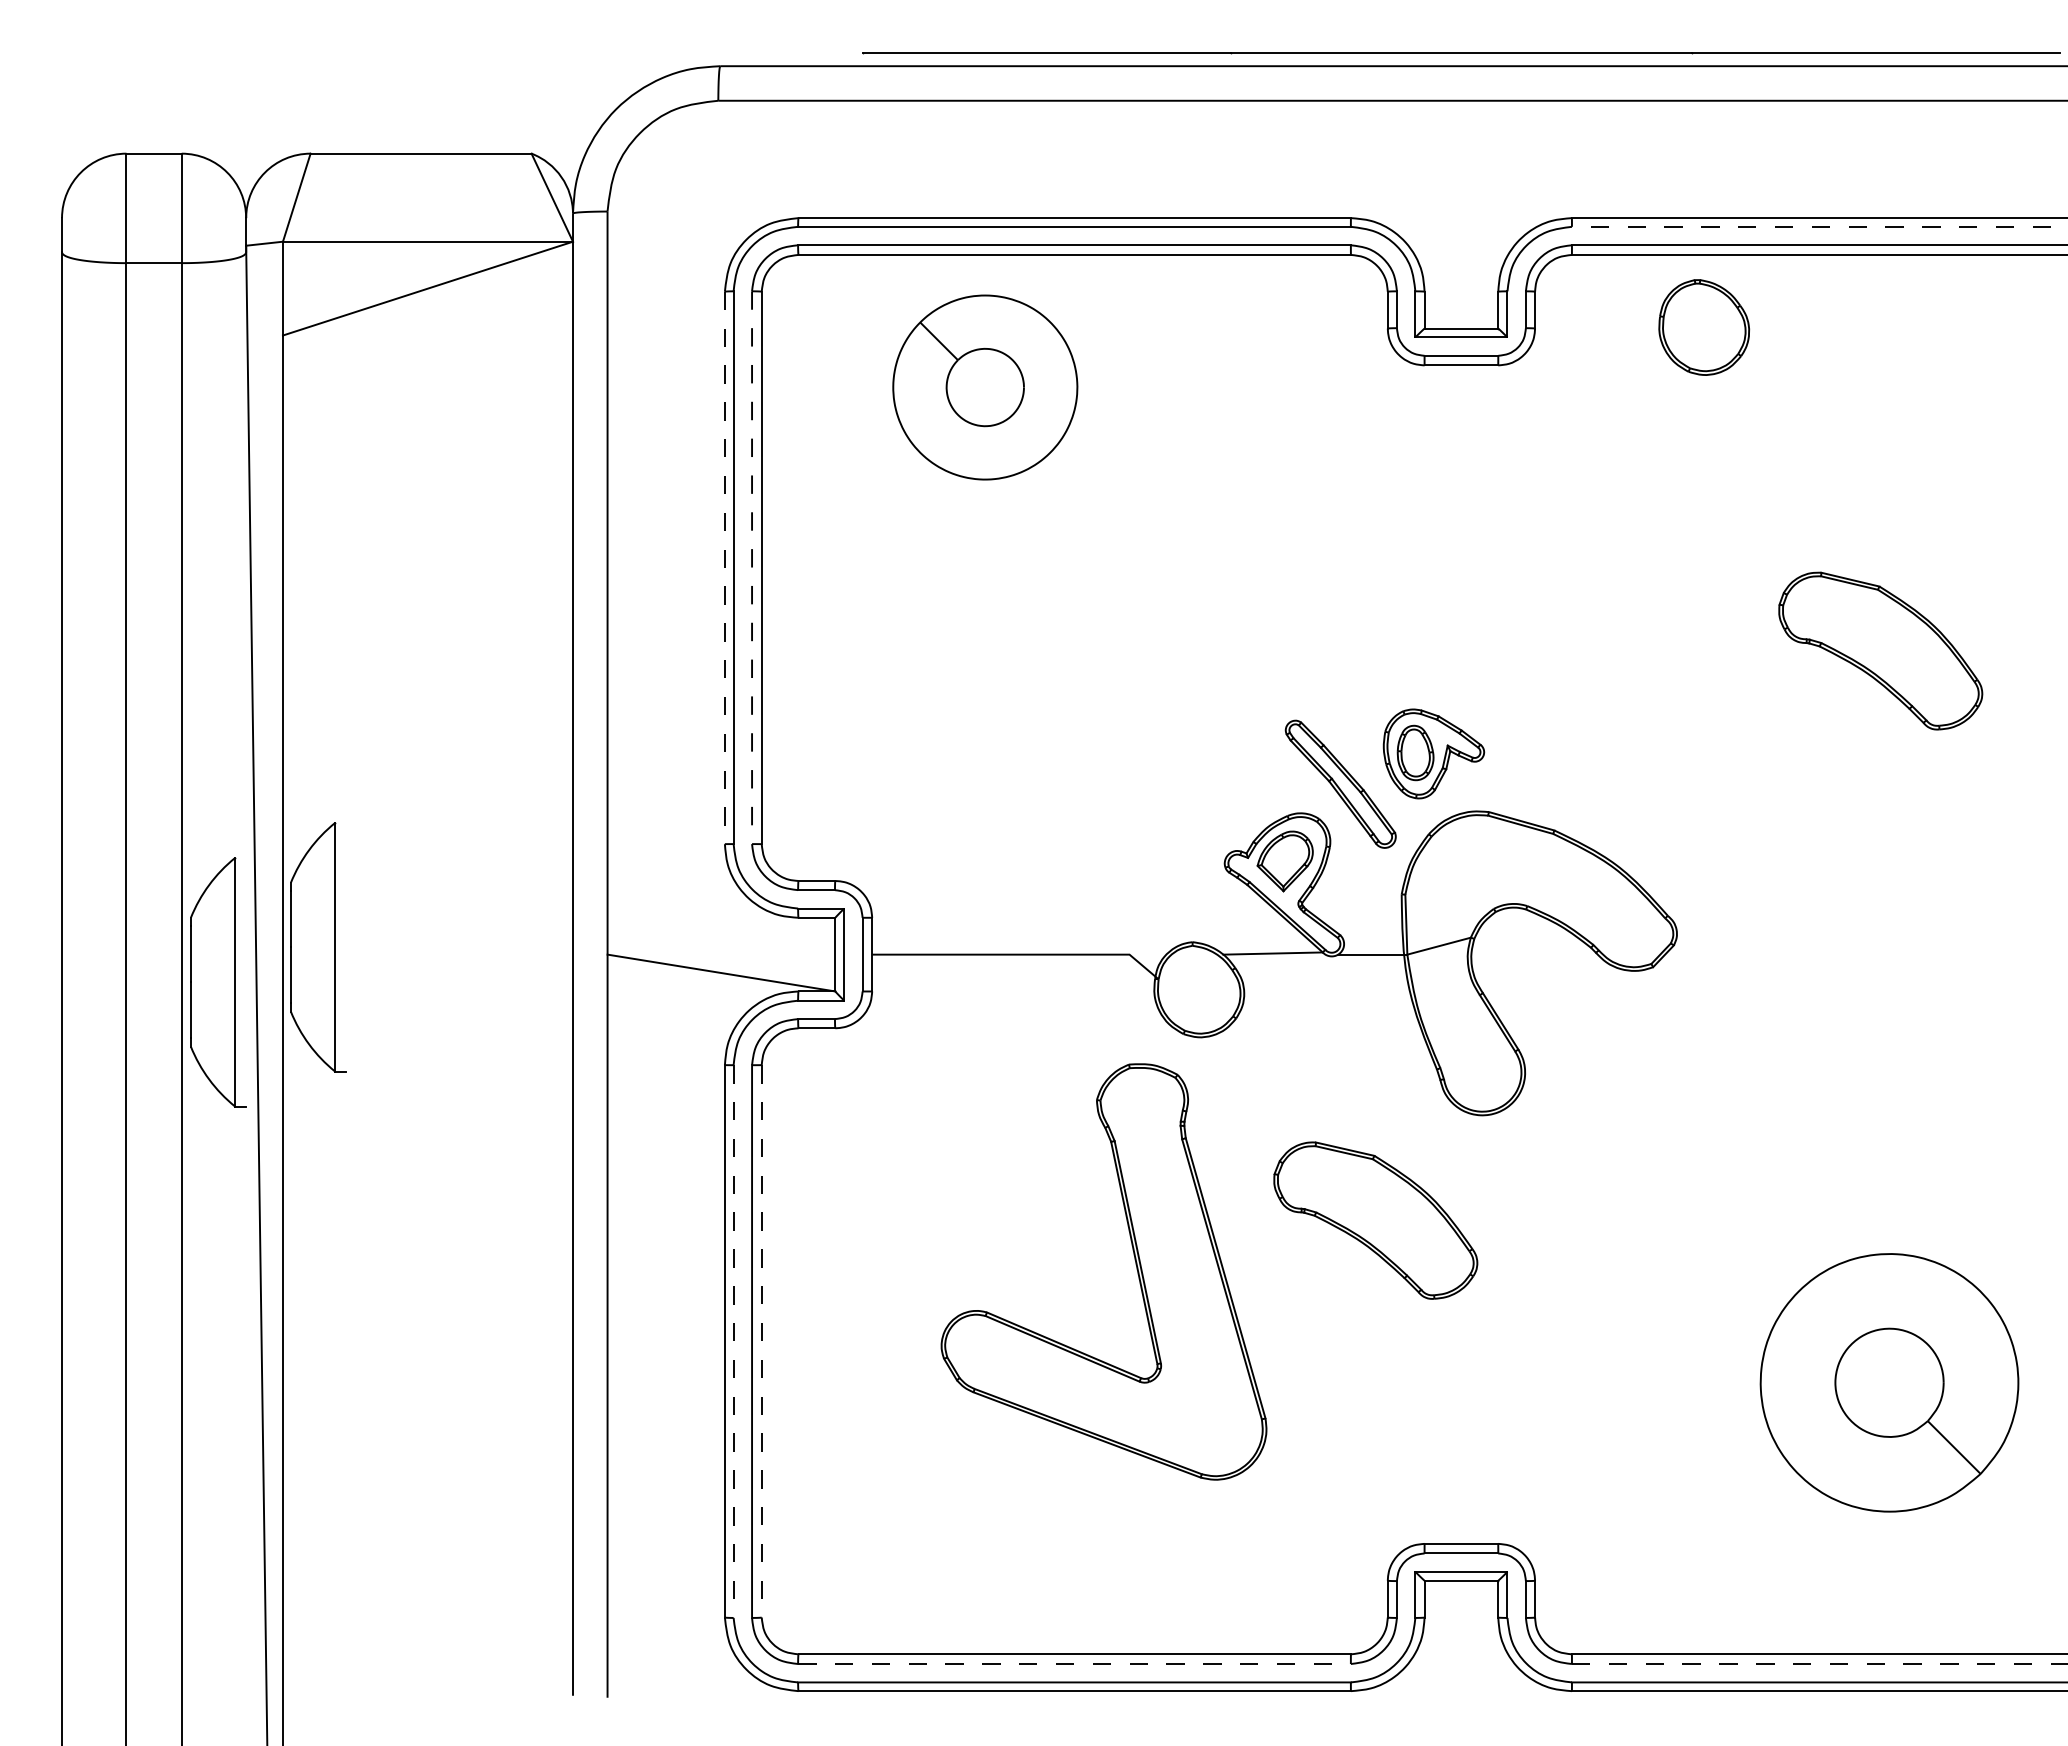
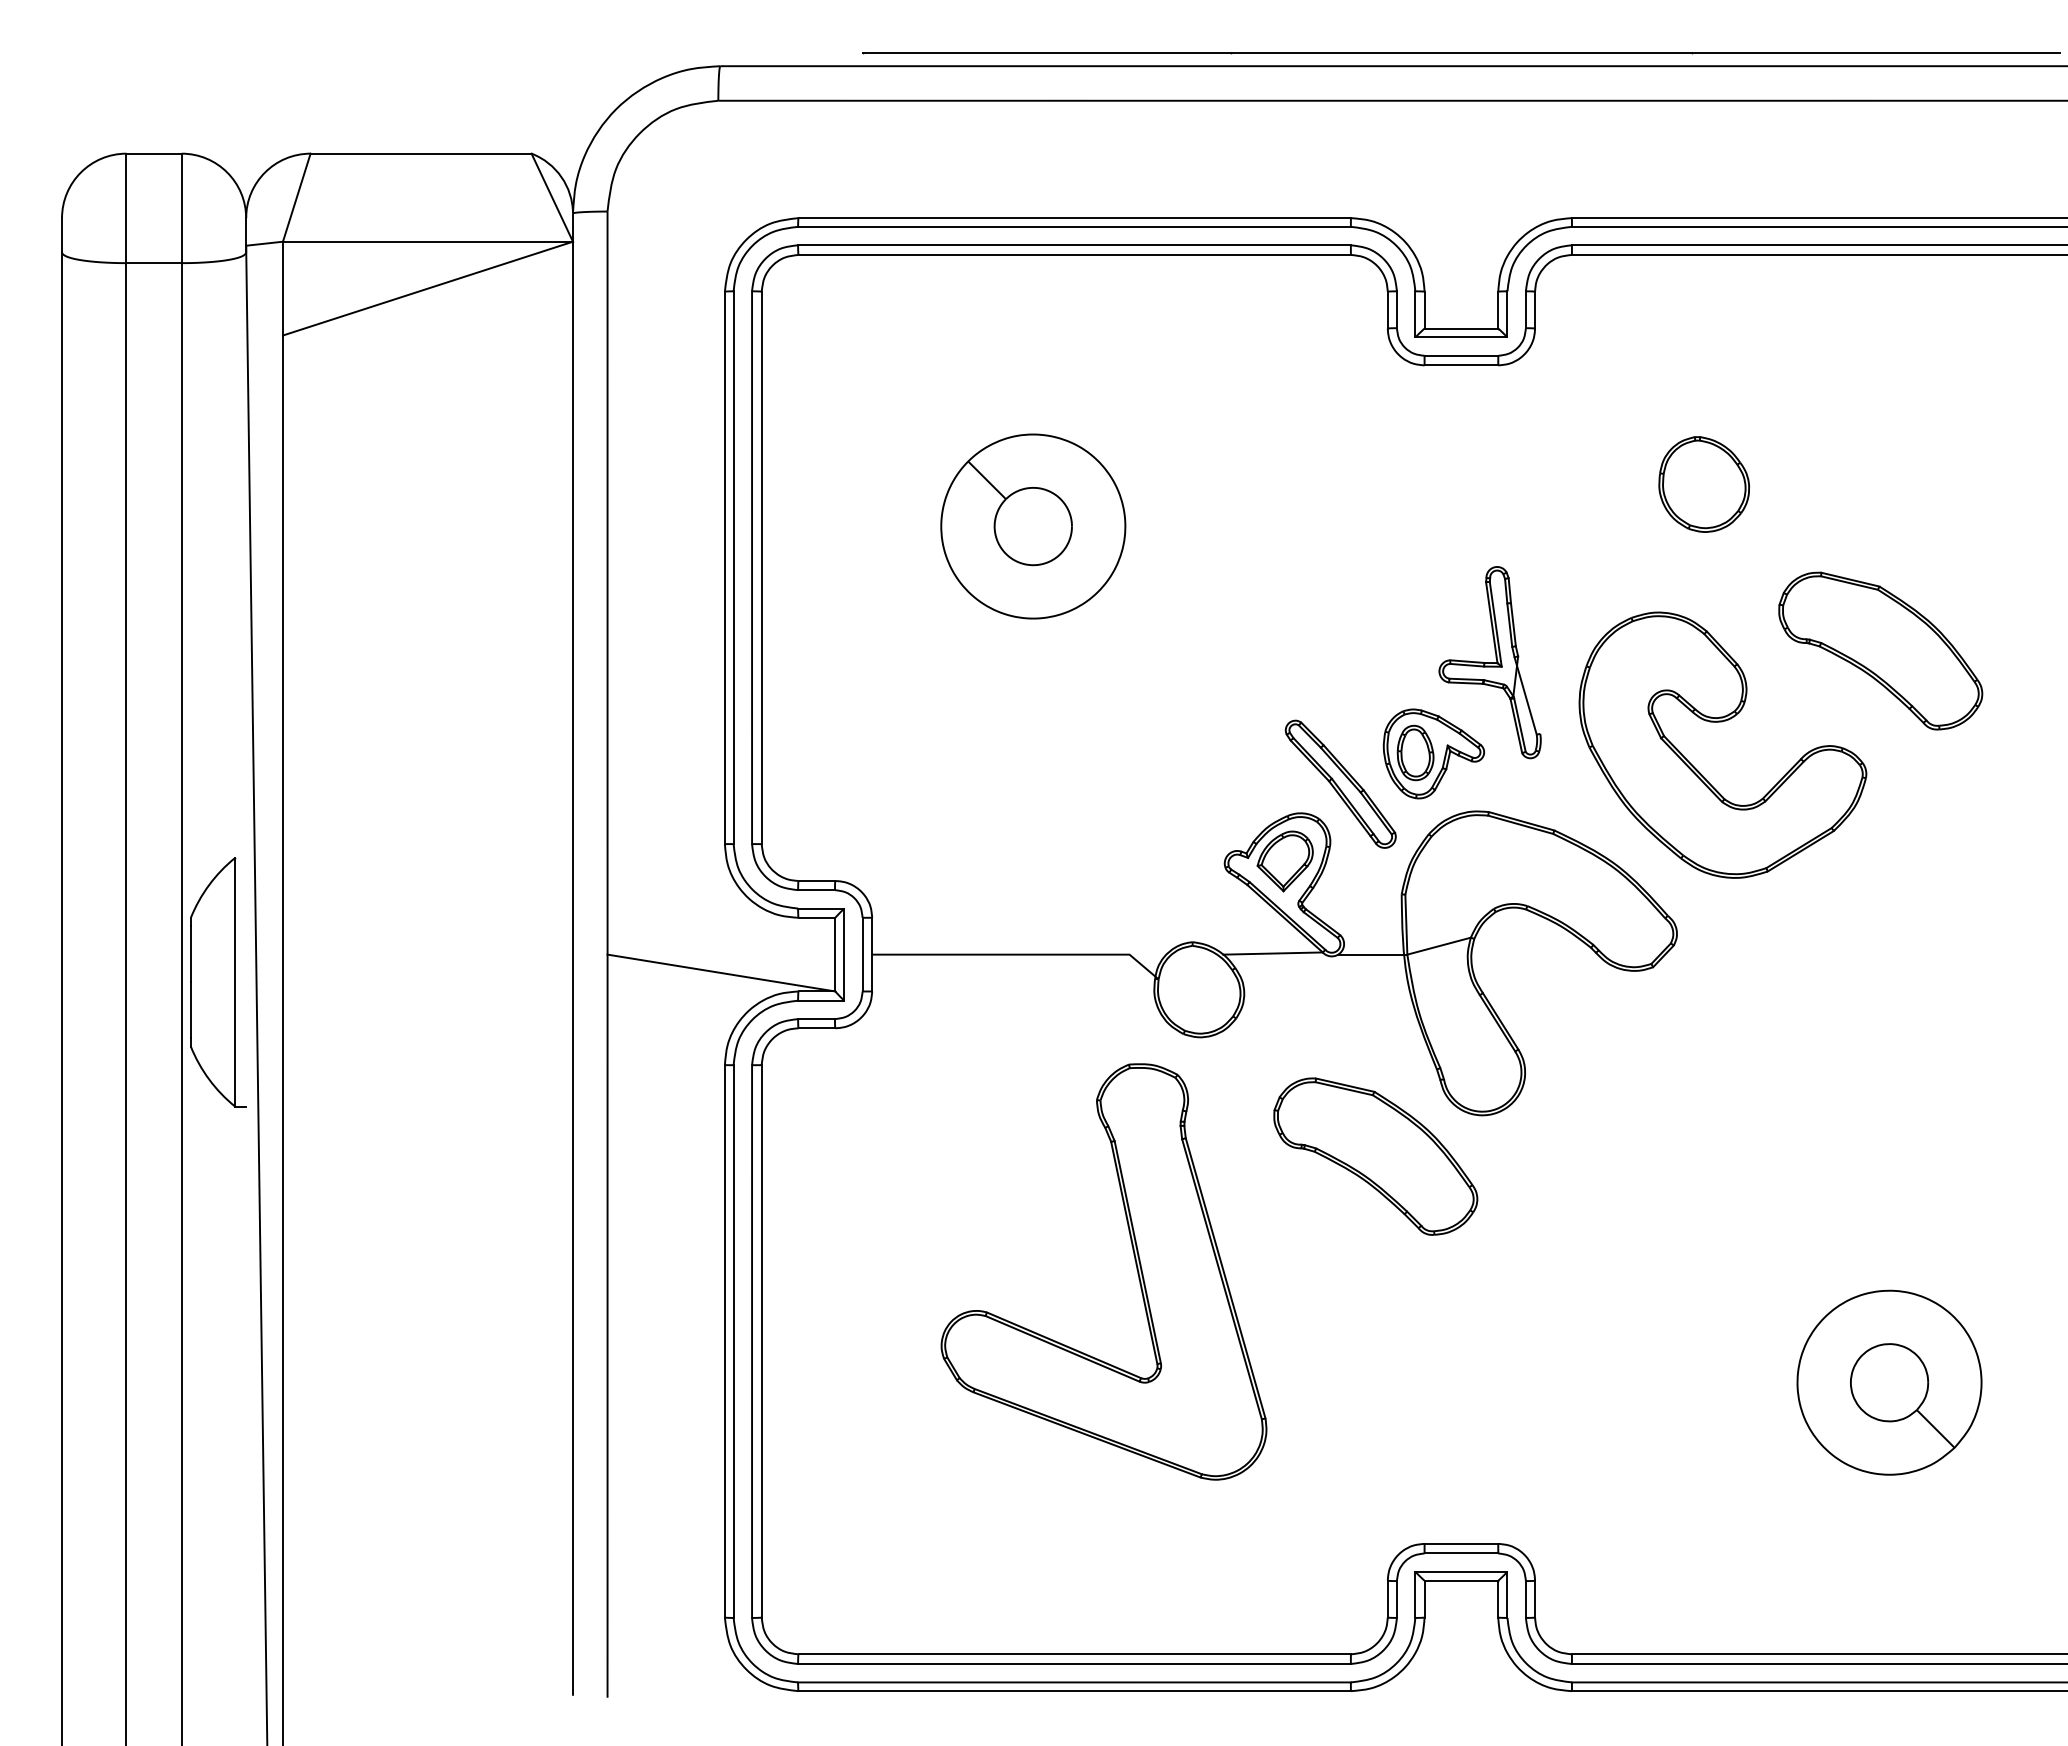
line at (1819, 226): dashed -> solid
part at (1704, 327) position: (1704, 327) -> (1704, 484)
part at (985, 387) position: (985, 387) -> (1033, 526)
line at (724, 568): dashed -> solid
line at (752, 568): dashed -> solid
part at (1489, 662): none -> present
part at (1722, 722): none -> present
part at (318, 947): present -> none
part at (1375, 1220) position: (1375, 1220) -> (1375, 1156)
line at (761, 1341): dashed -> solid
line at (733, 1342): dashed -> solid
part at (1889, 1382) size: 261x260 px -> 187x187 px
line at (1075, 1664): dashed -> solid
line at (1819, 1664): dashed -> solid
